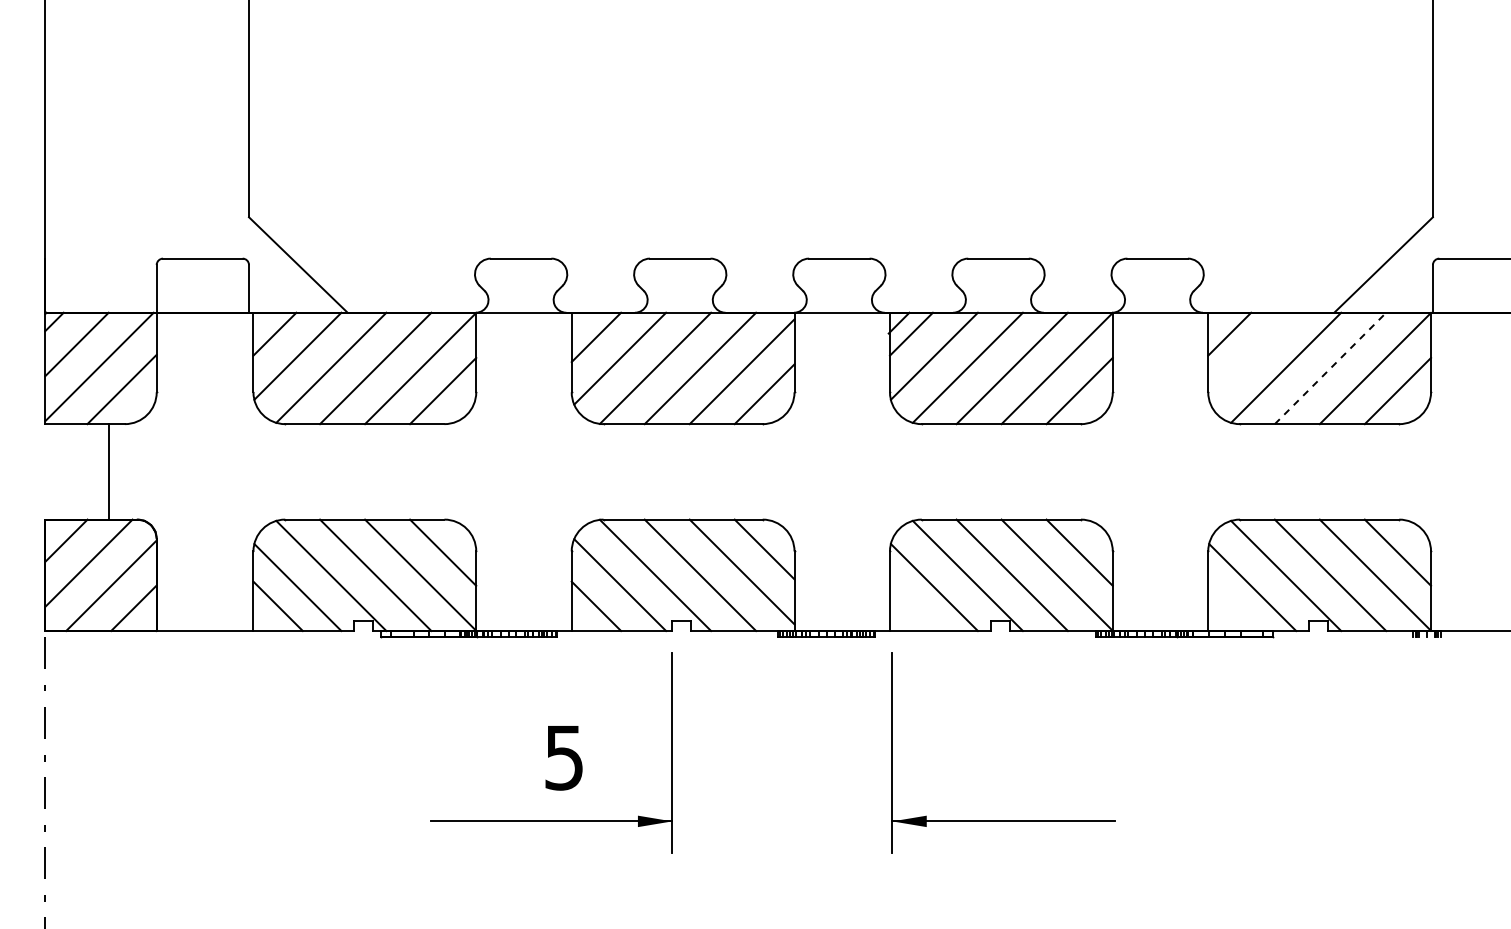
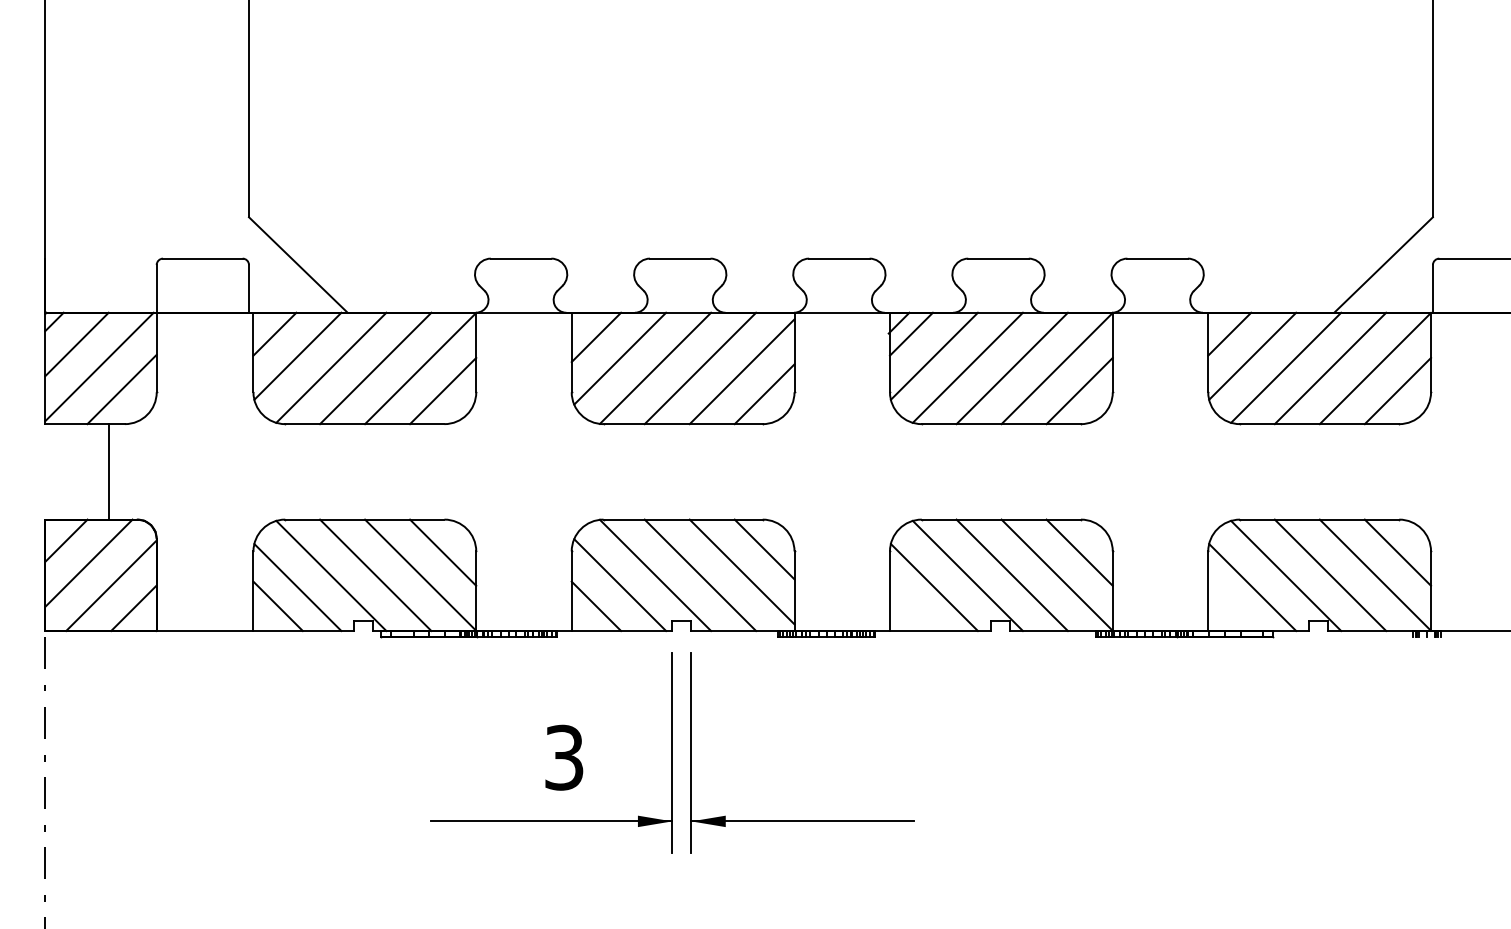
line at (1252, 355): none -> present
line at (1330, 368): dashed -> solid
text at (564, 757): 5 -> 3
part at (1003, 820) position: (1003, 820) -> (802, 820)
